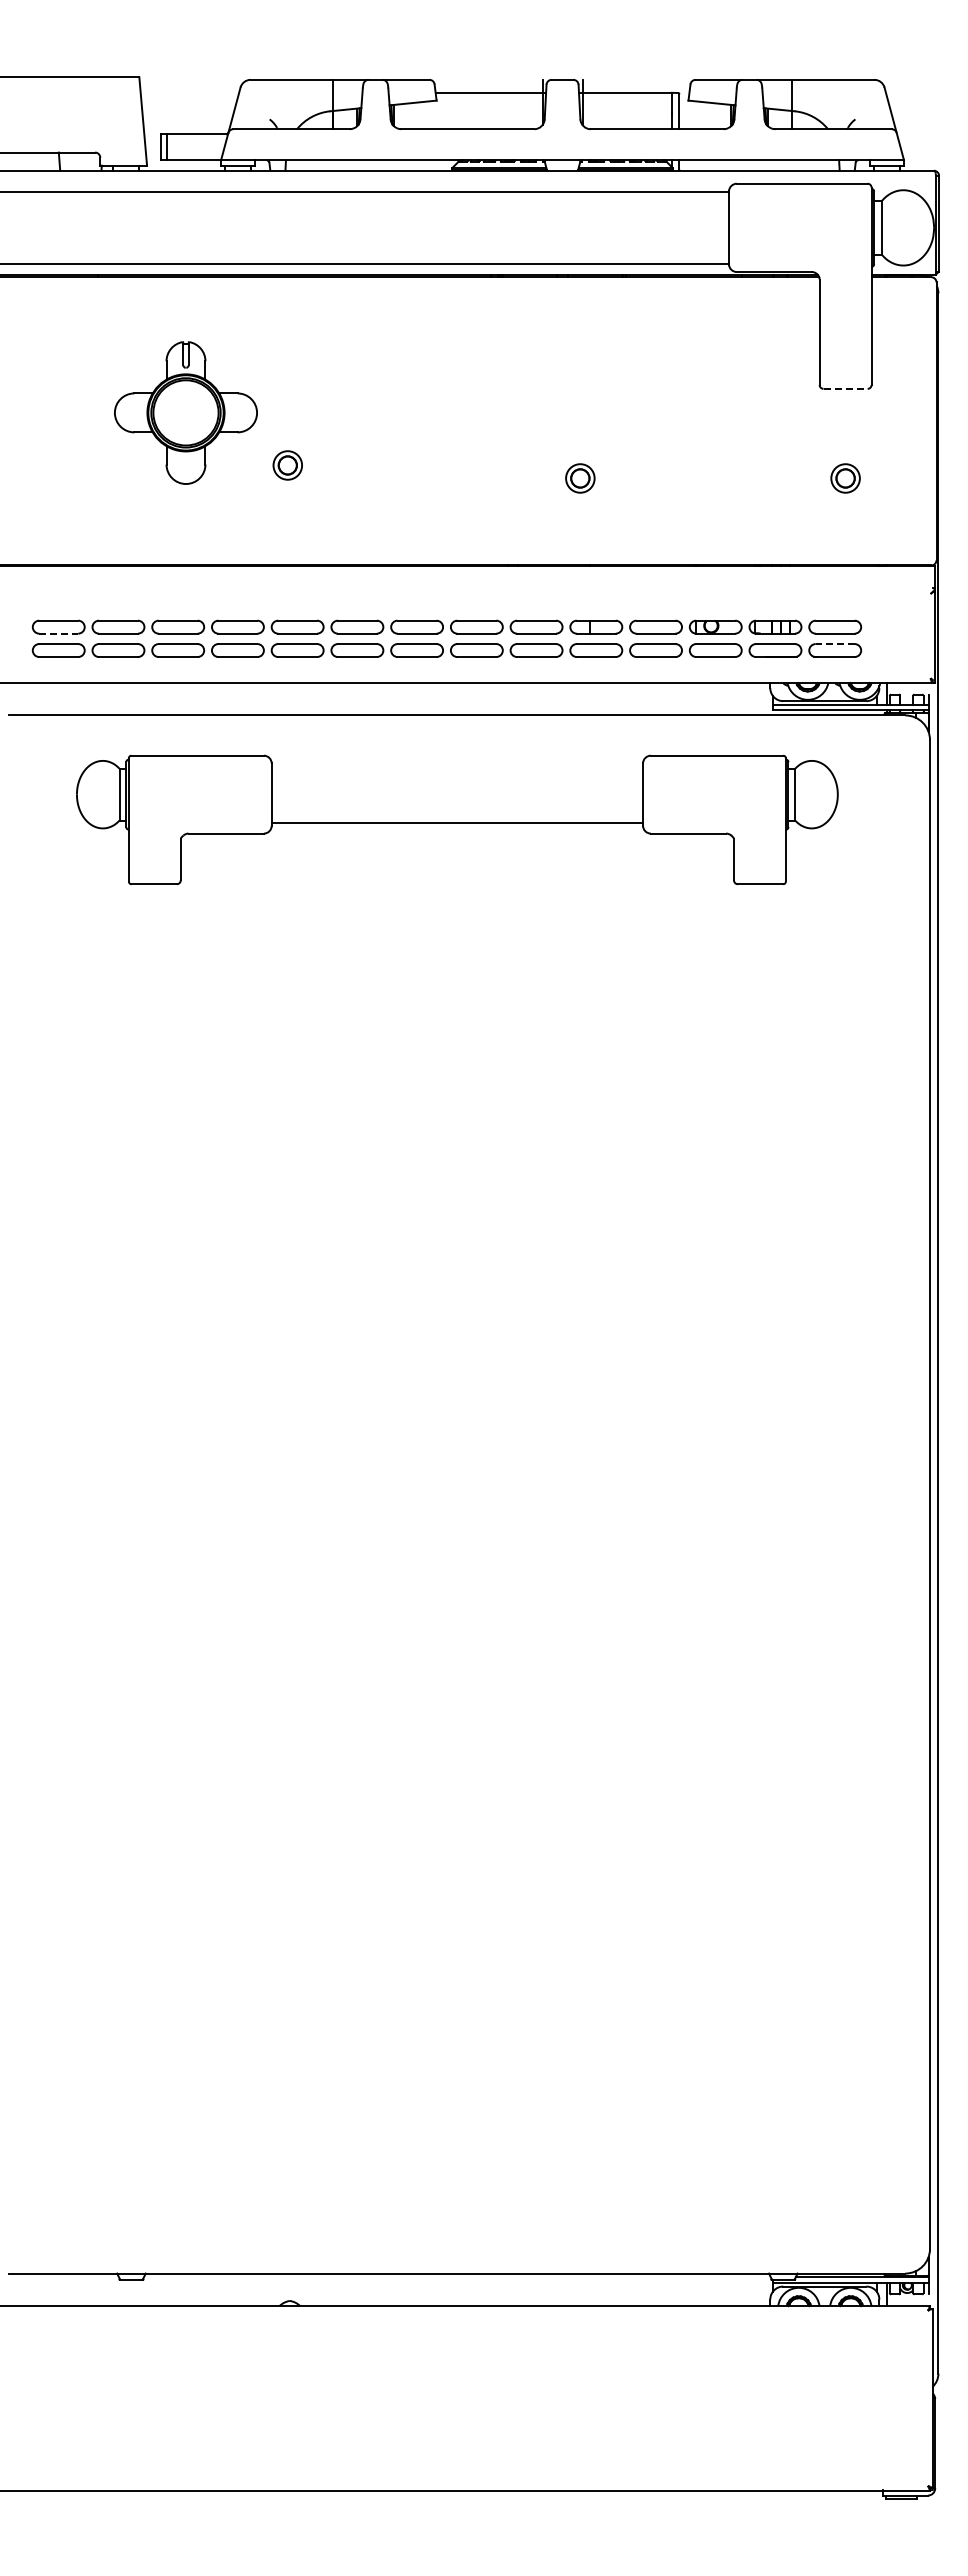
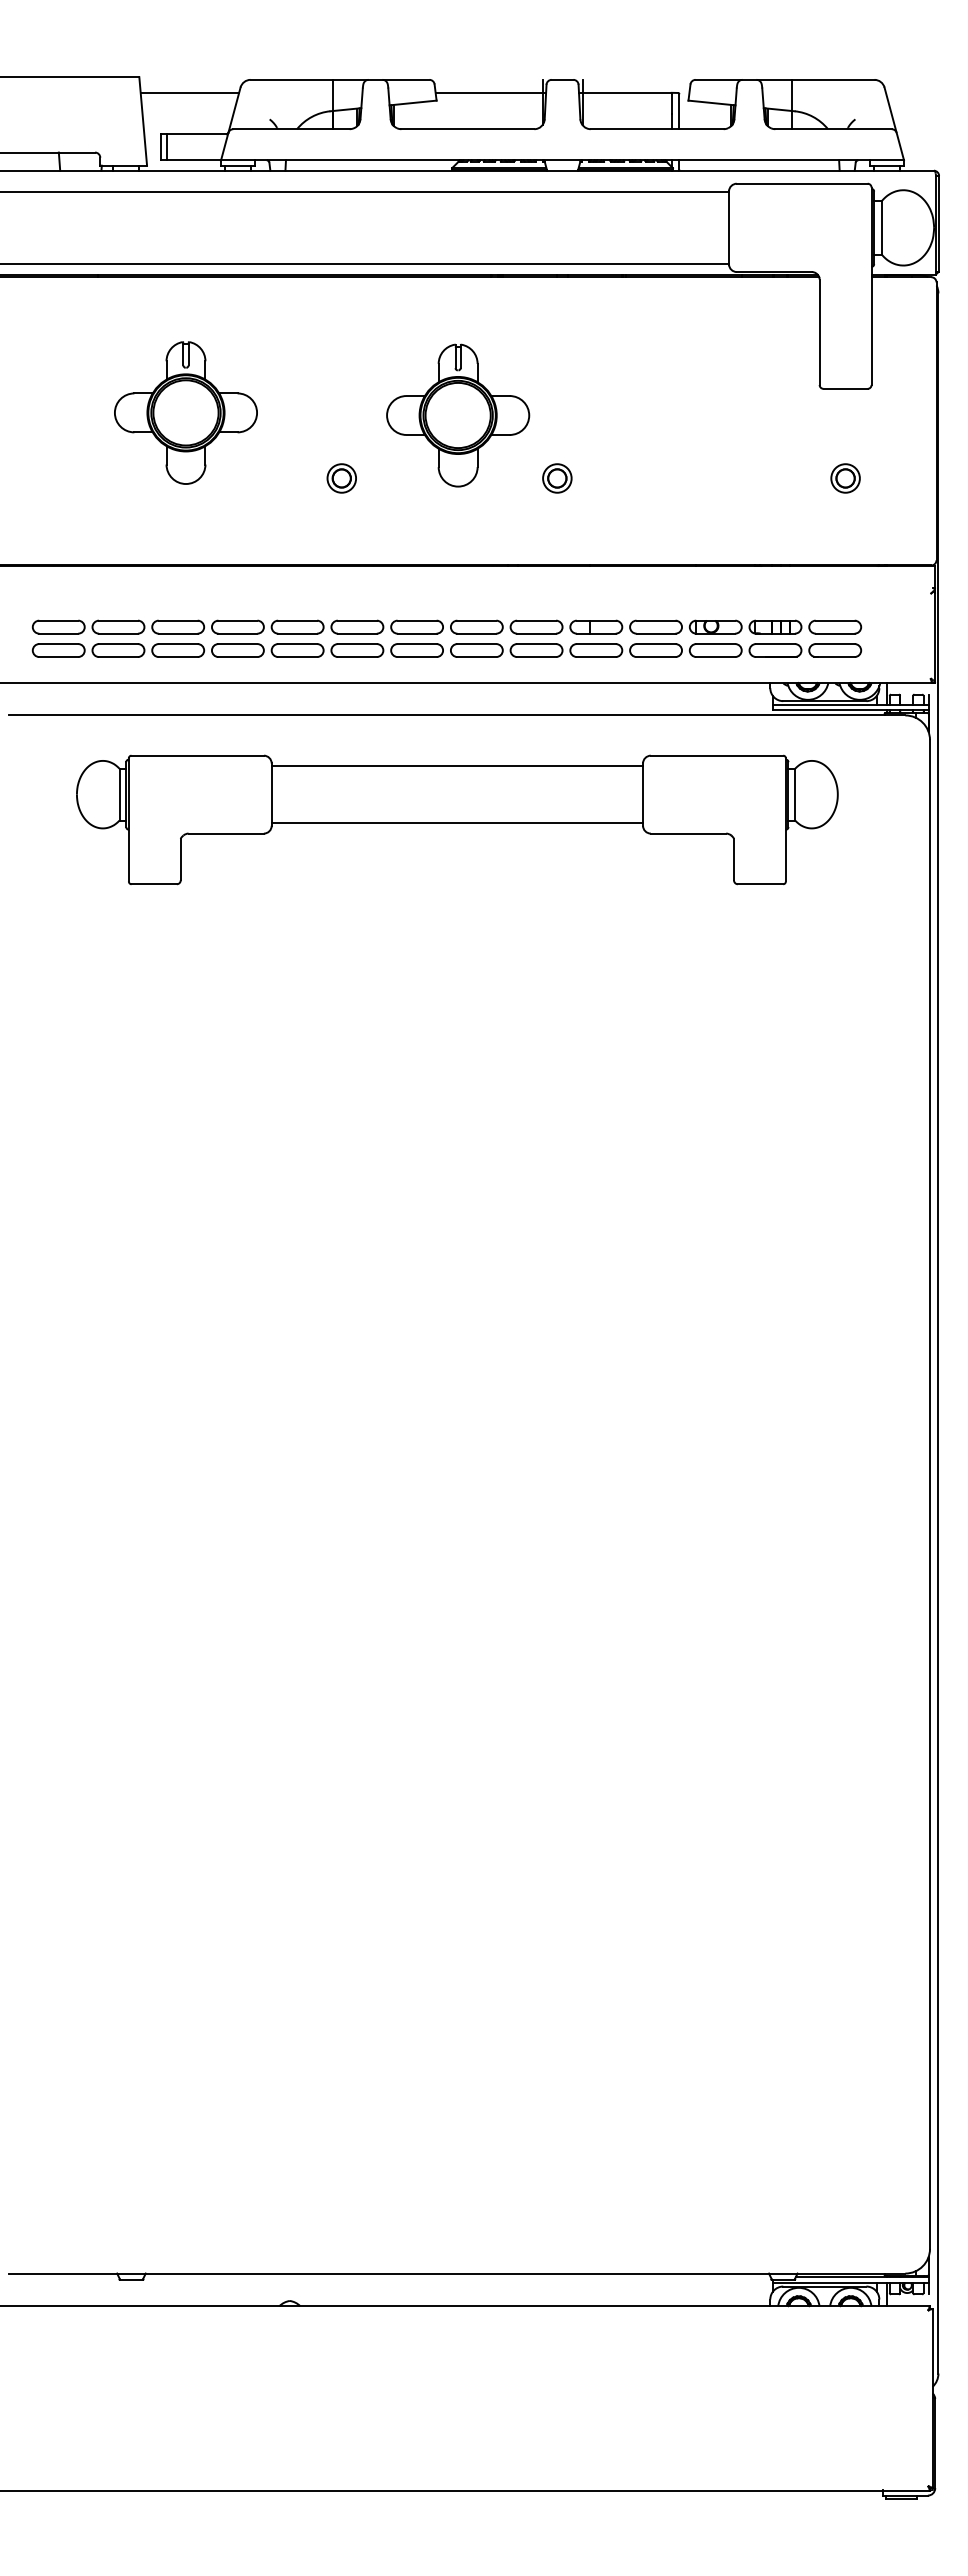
line at (189, 92): none -> present
line at (846, 388): dashed -> solid
part at (458, 415): none -> present
part at (287, 465) position: (287, 465) -> (341, 478)
part at (580, 478) position: (580, 478) -> (557, 478)
line at (59, 633): dashed -> solid
line at (834, 644): dashed -> solid
line at (457, 766): none -> present
